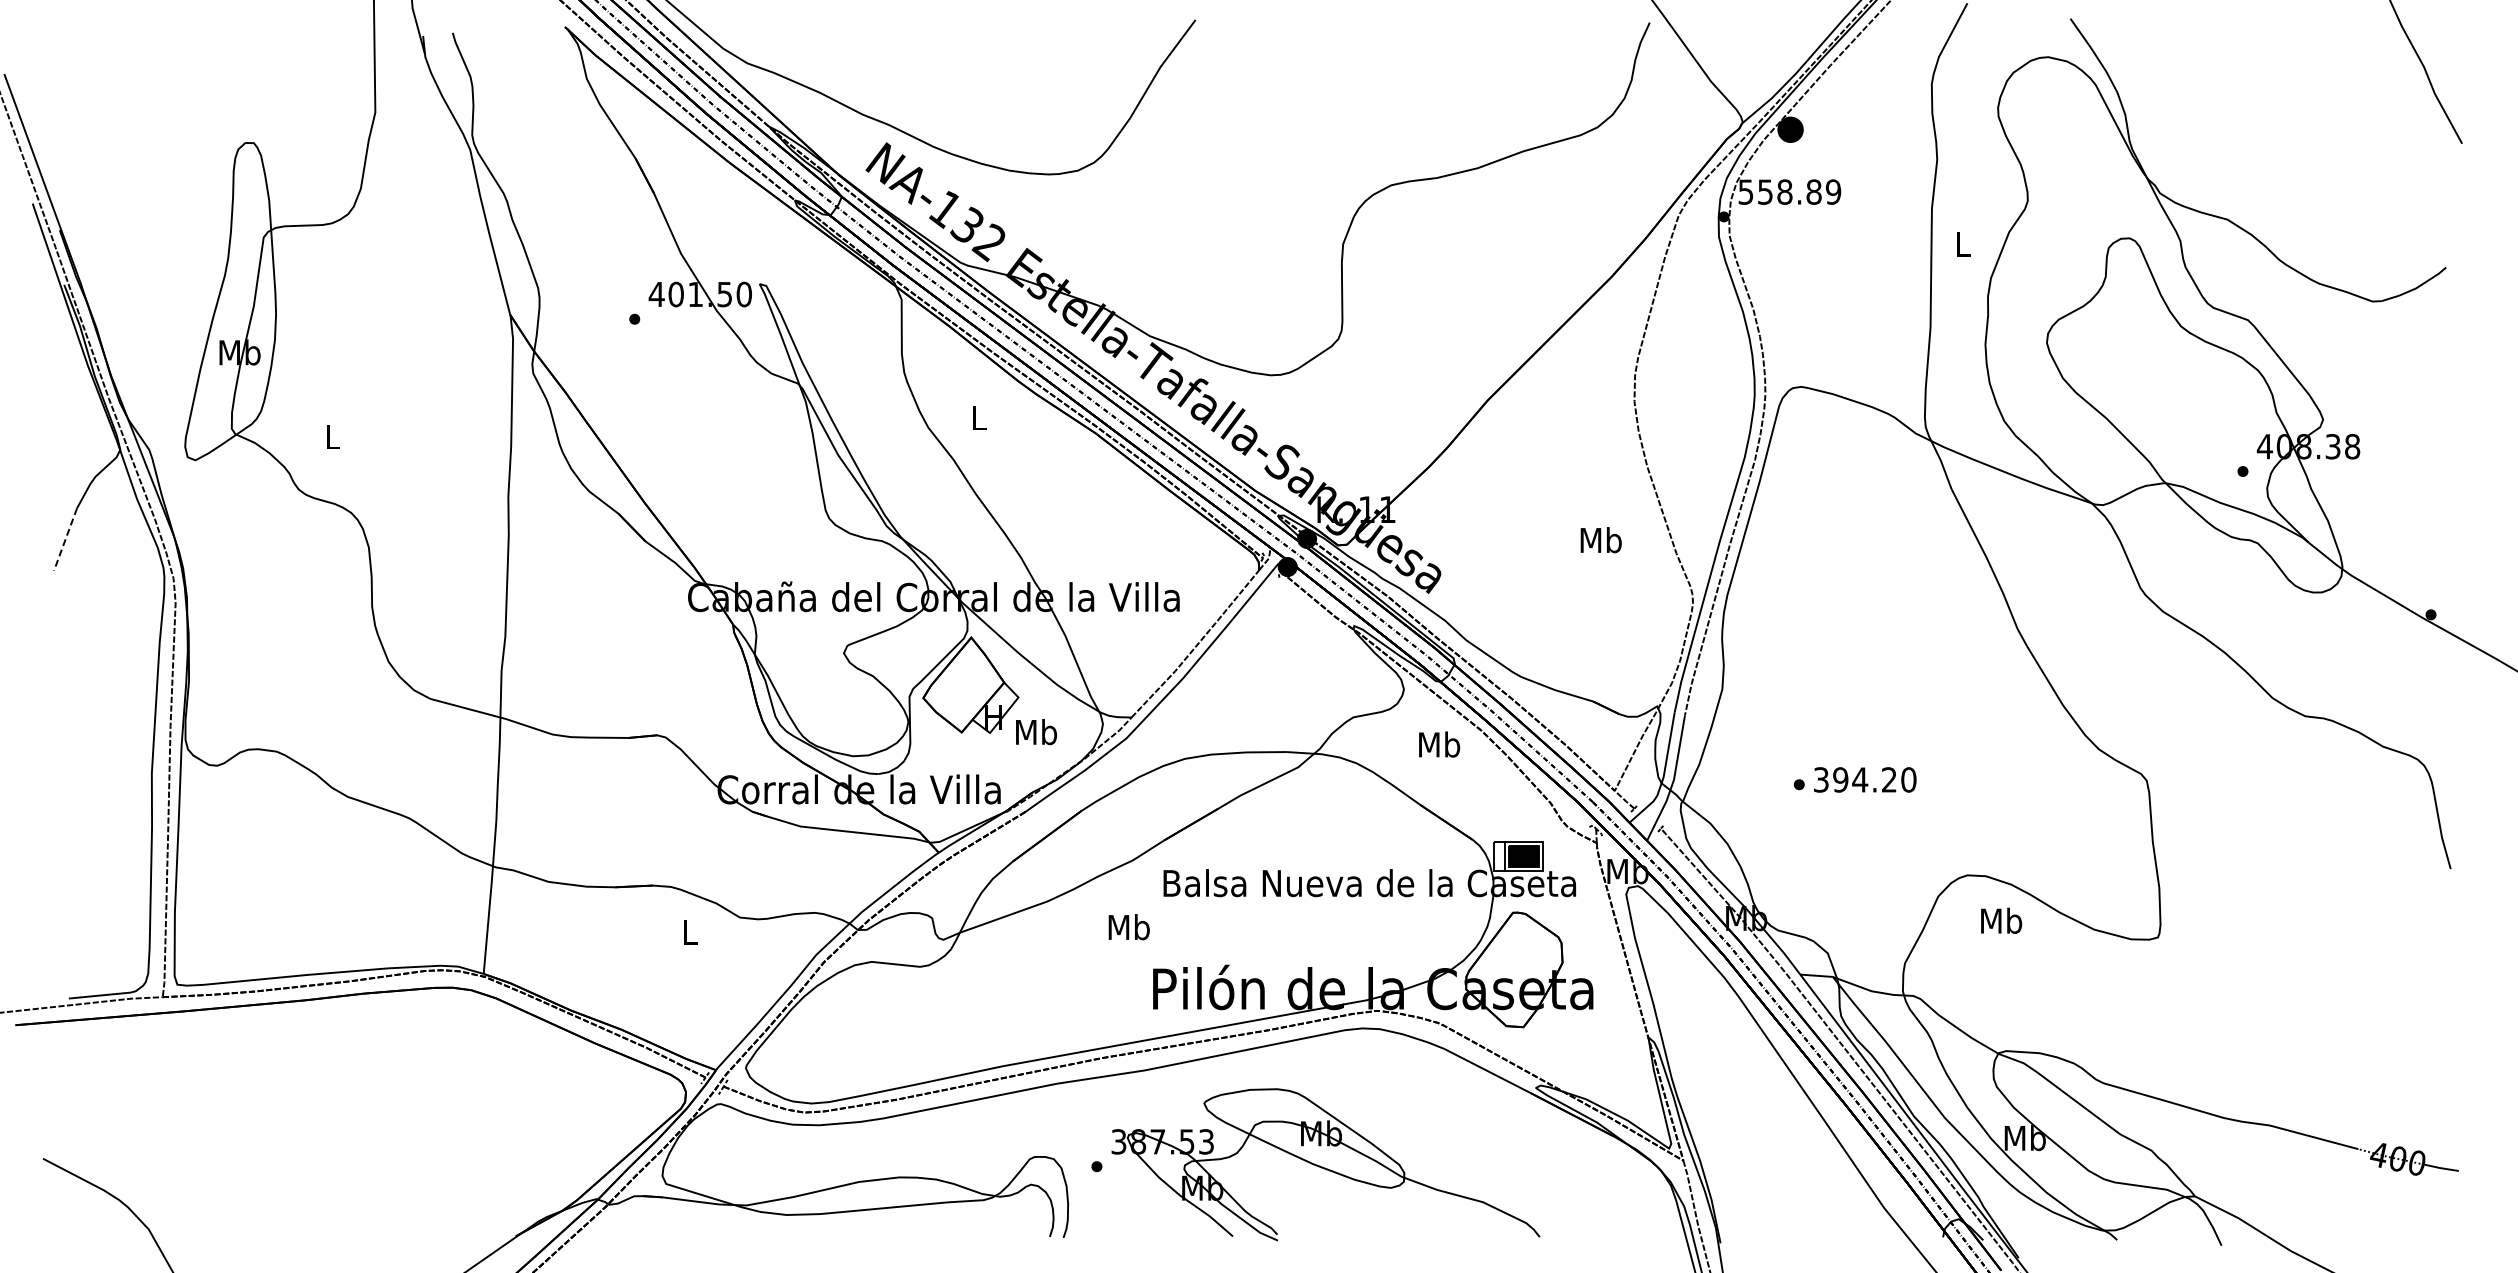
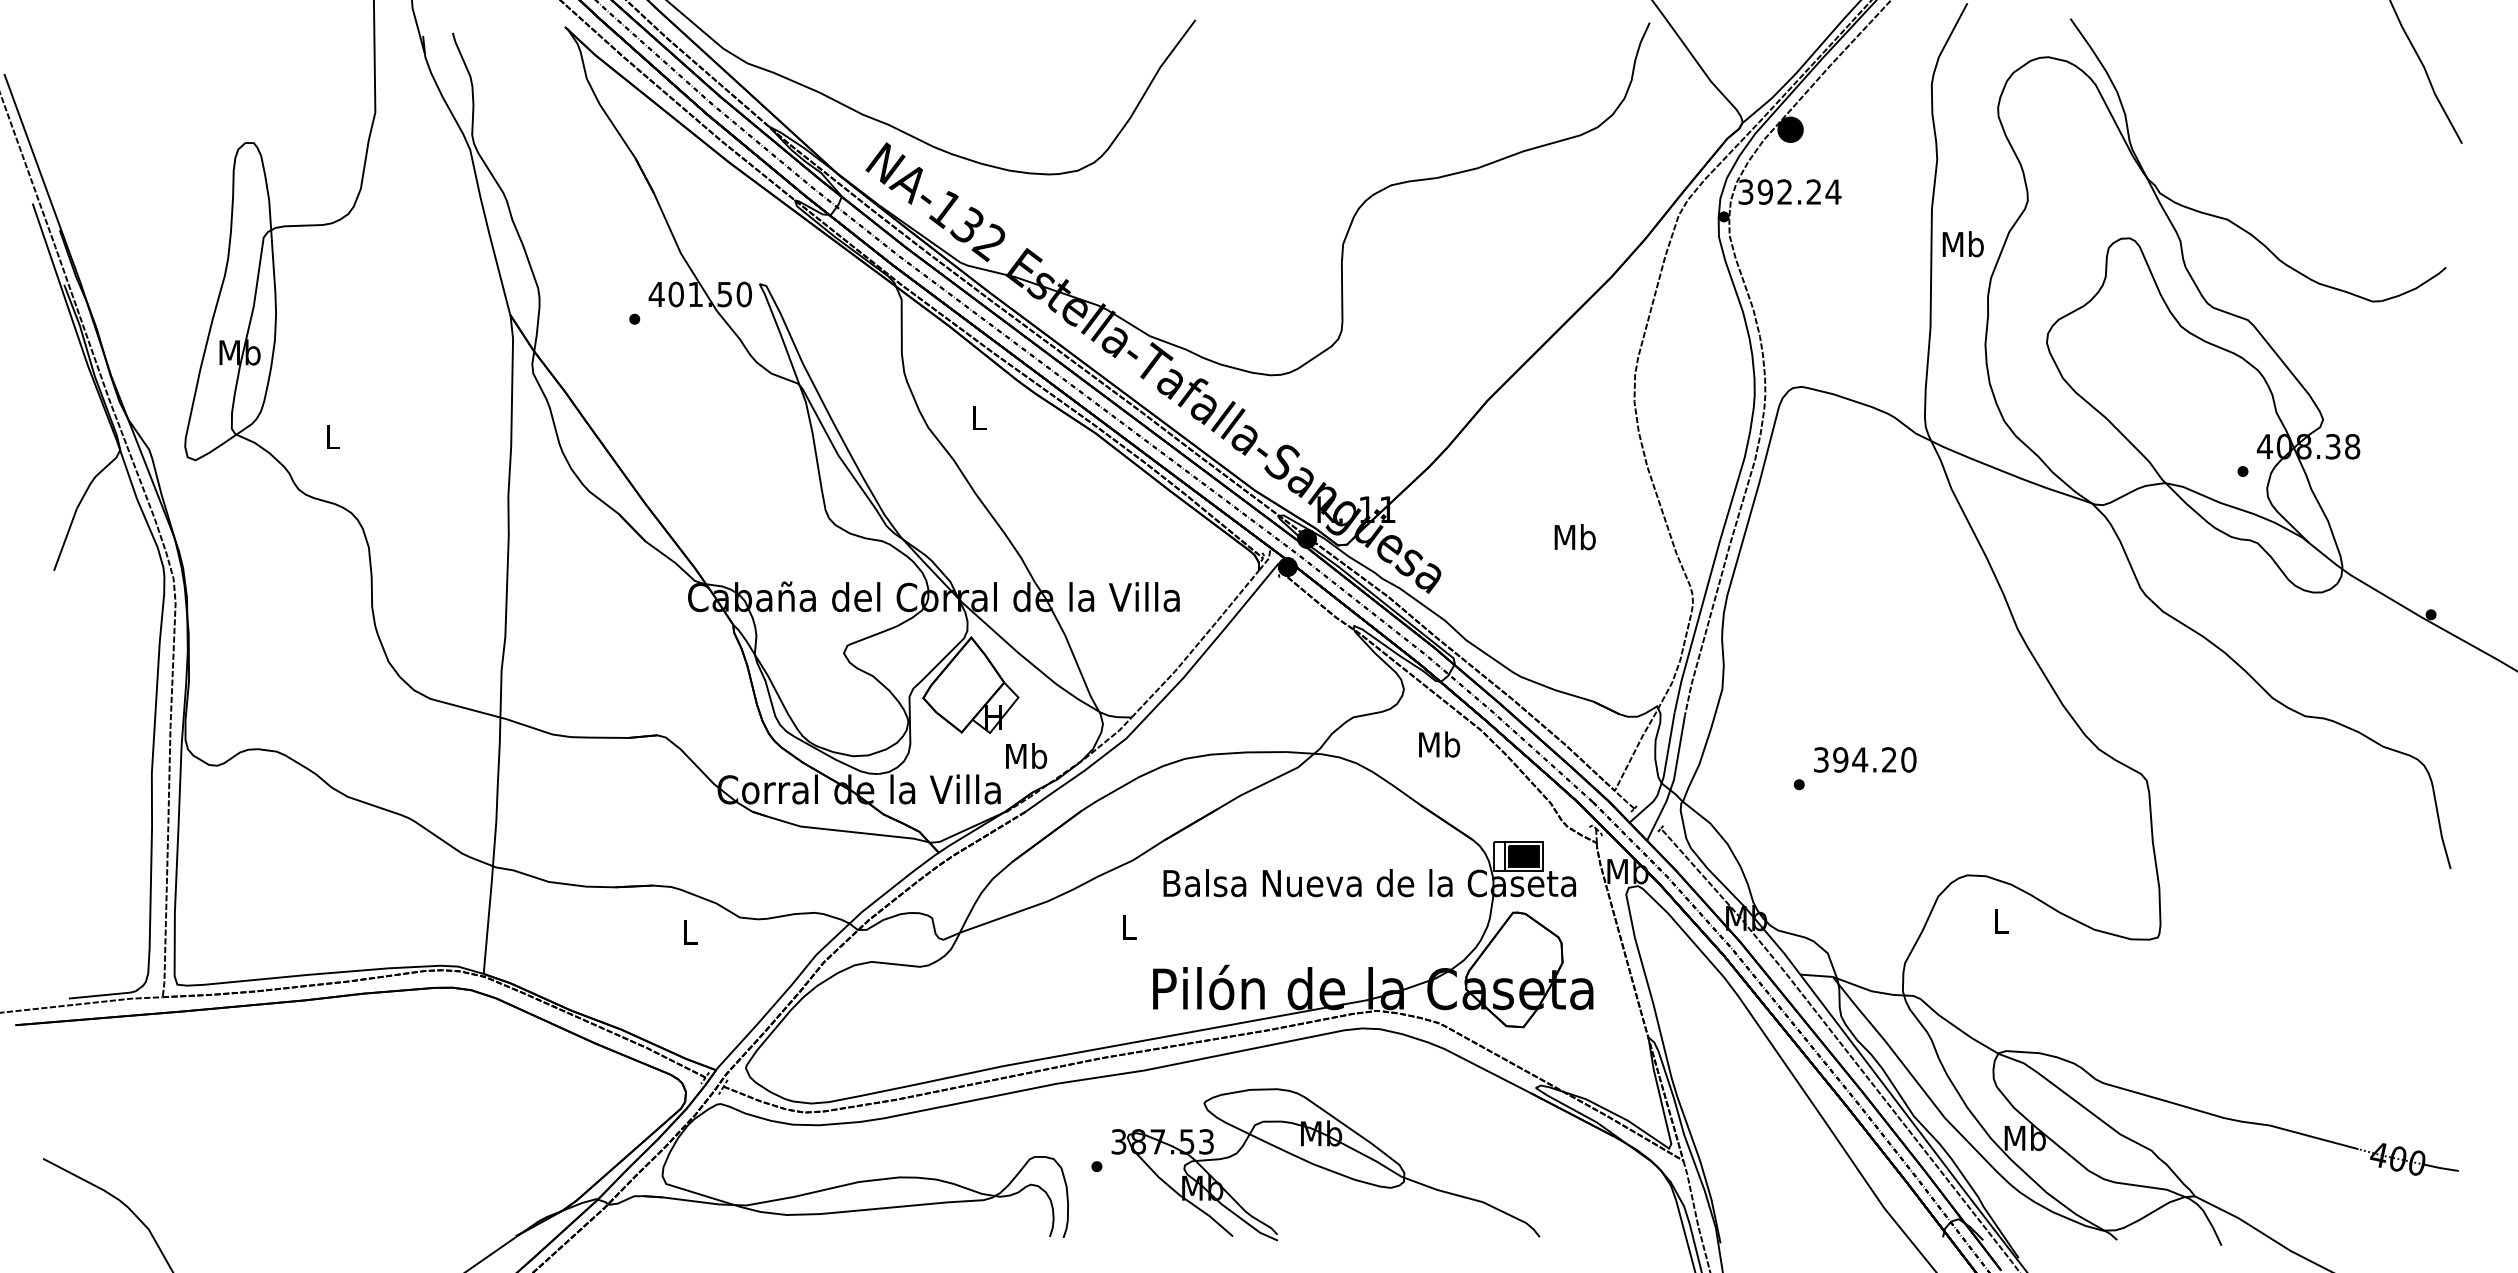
text at (1790, 191): 558.89 -> 392.24
text at (1962, 244): L -> Mb
line at (65, 540): dashed -> solid
text at (1600, 540) position: (1600, 540) -> (1574, 537)
text at (1036, 732) position: (1036, 732) -> (1026, 756)
text at (1865, 779) position: (1865, 779) -> (1865, 759)
text at (2001, 920): Mb -> L
text at (1128, 927): Mb -> L
